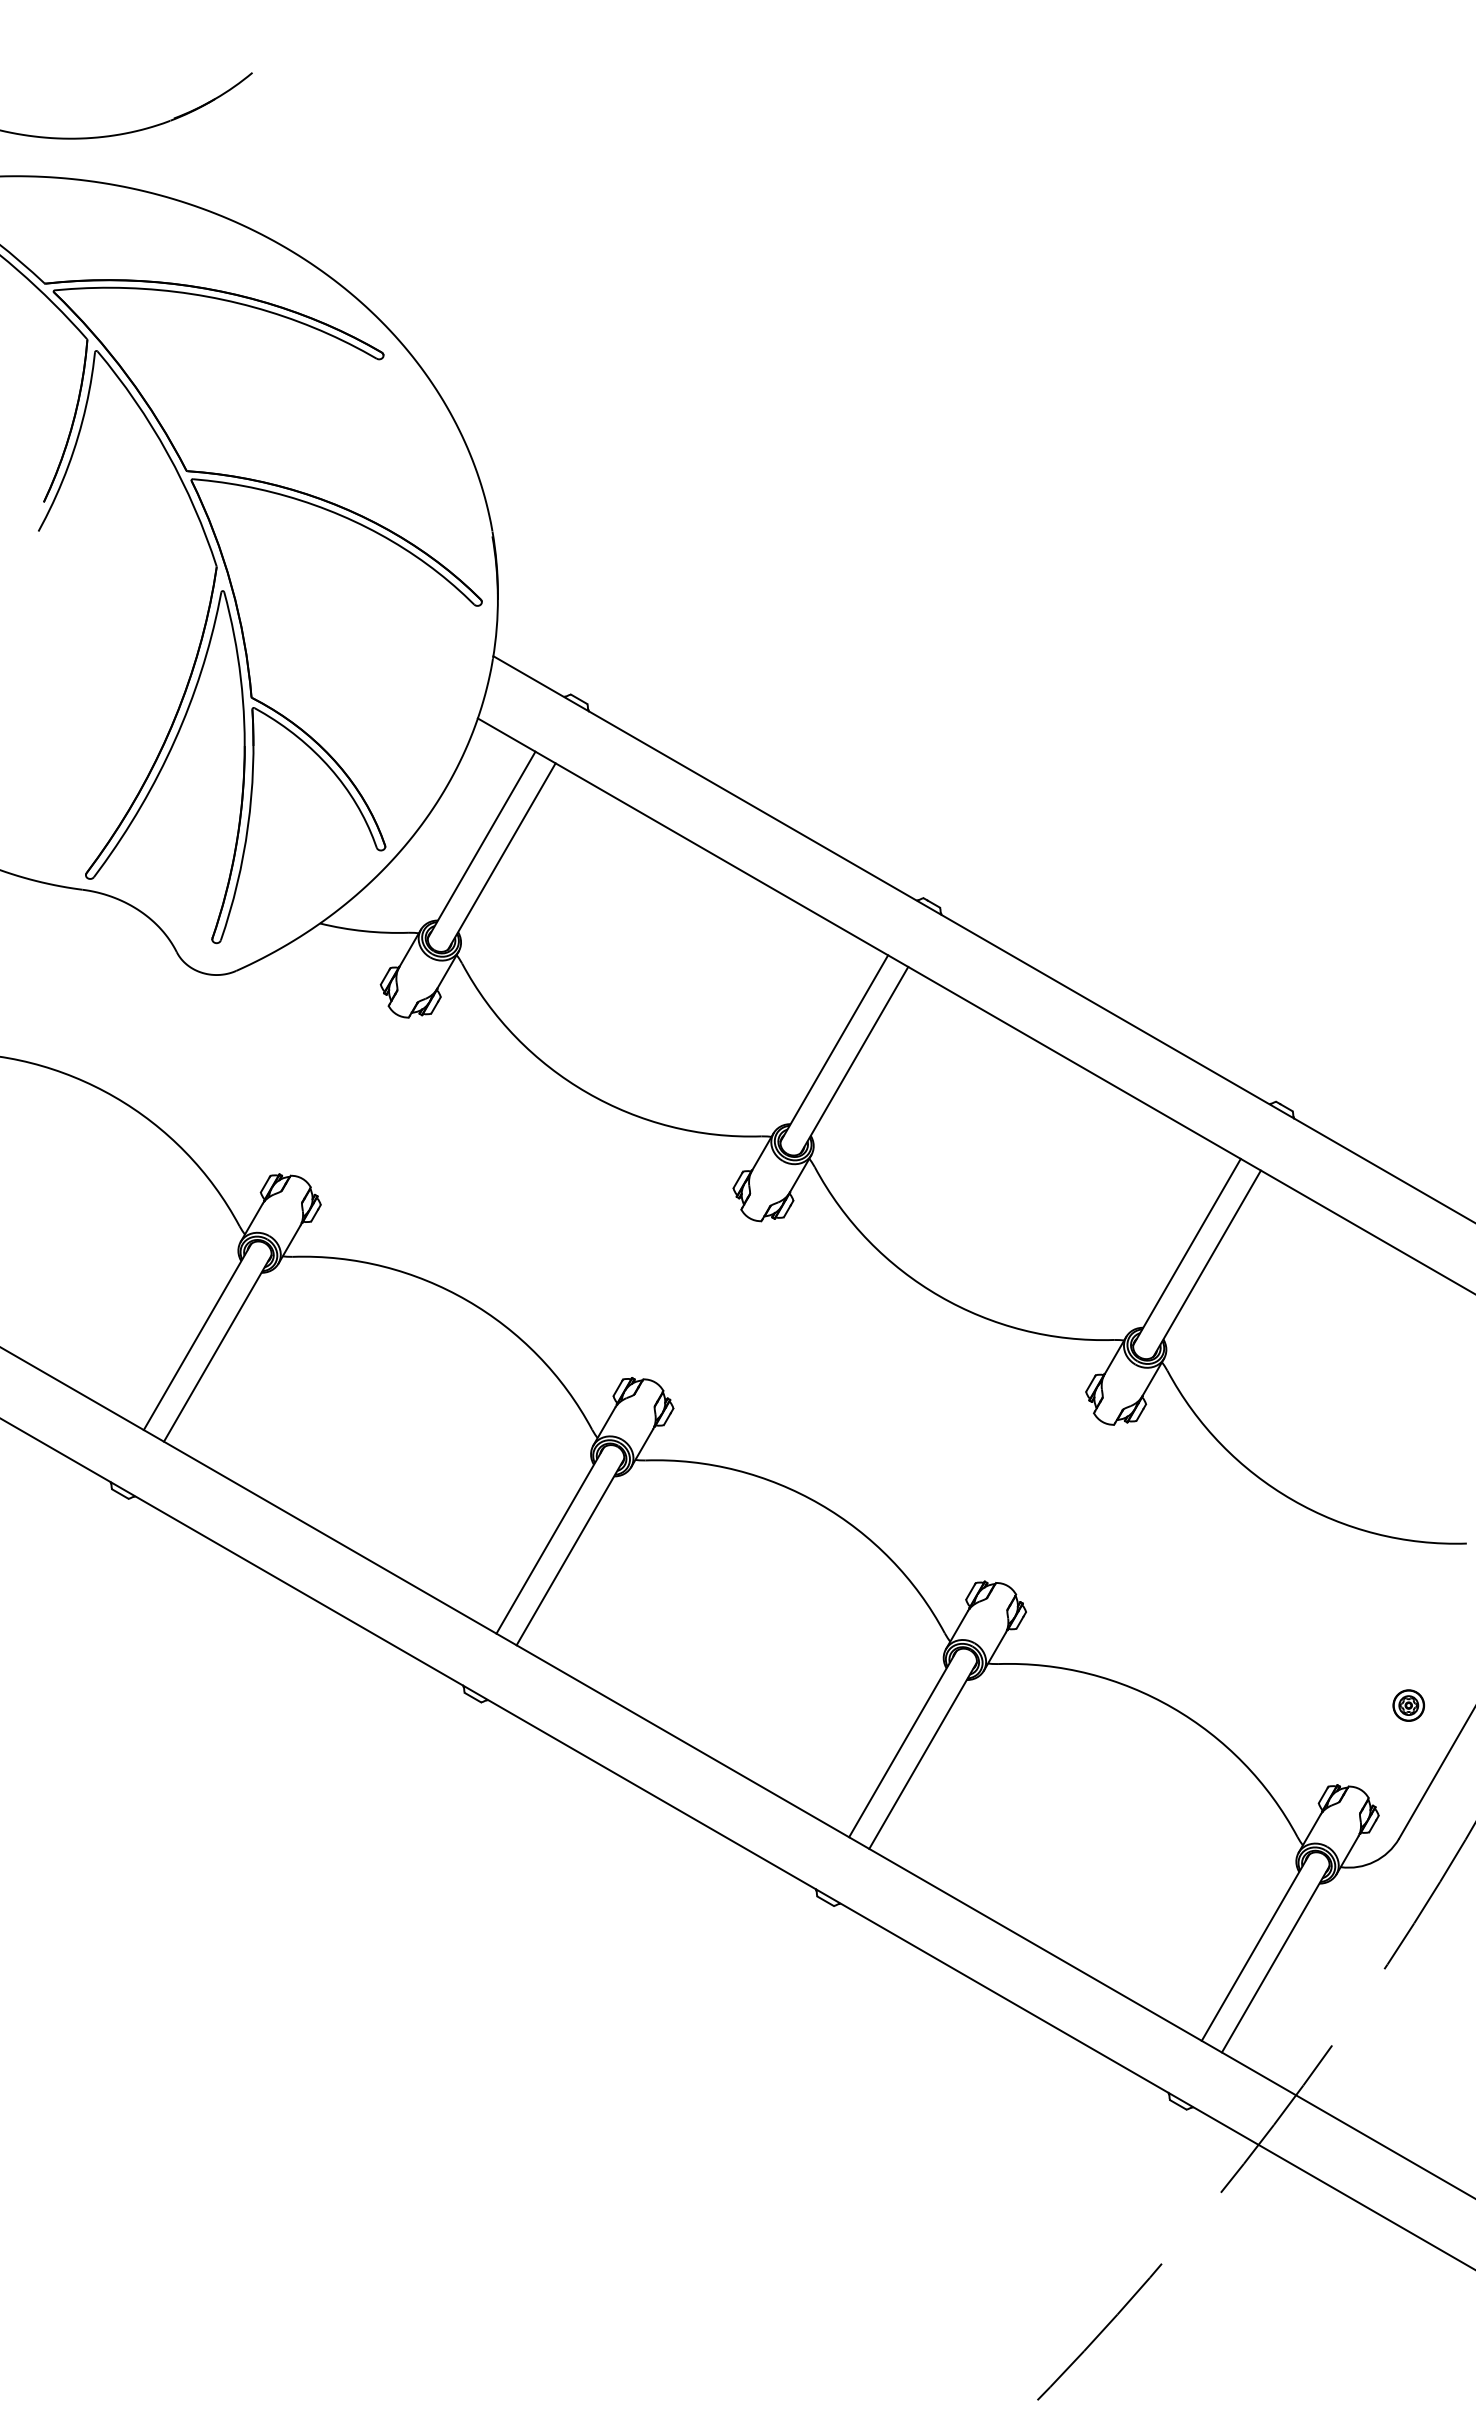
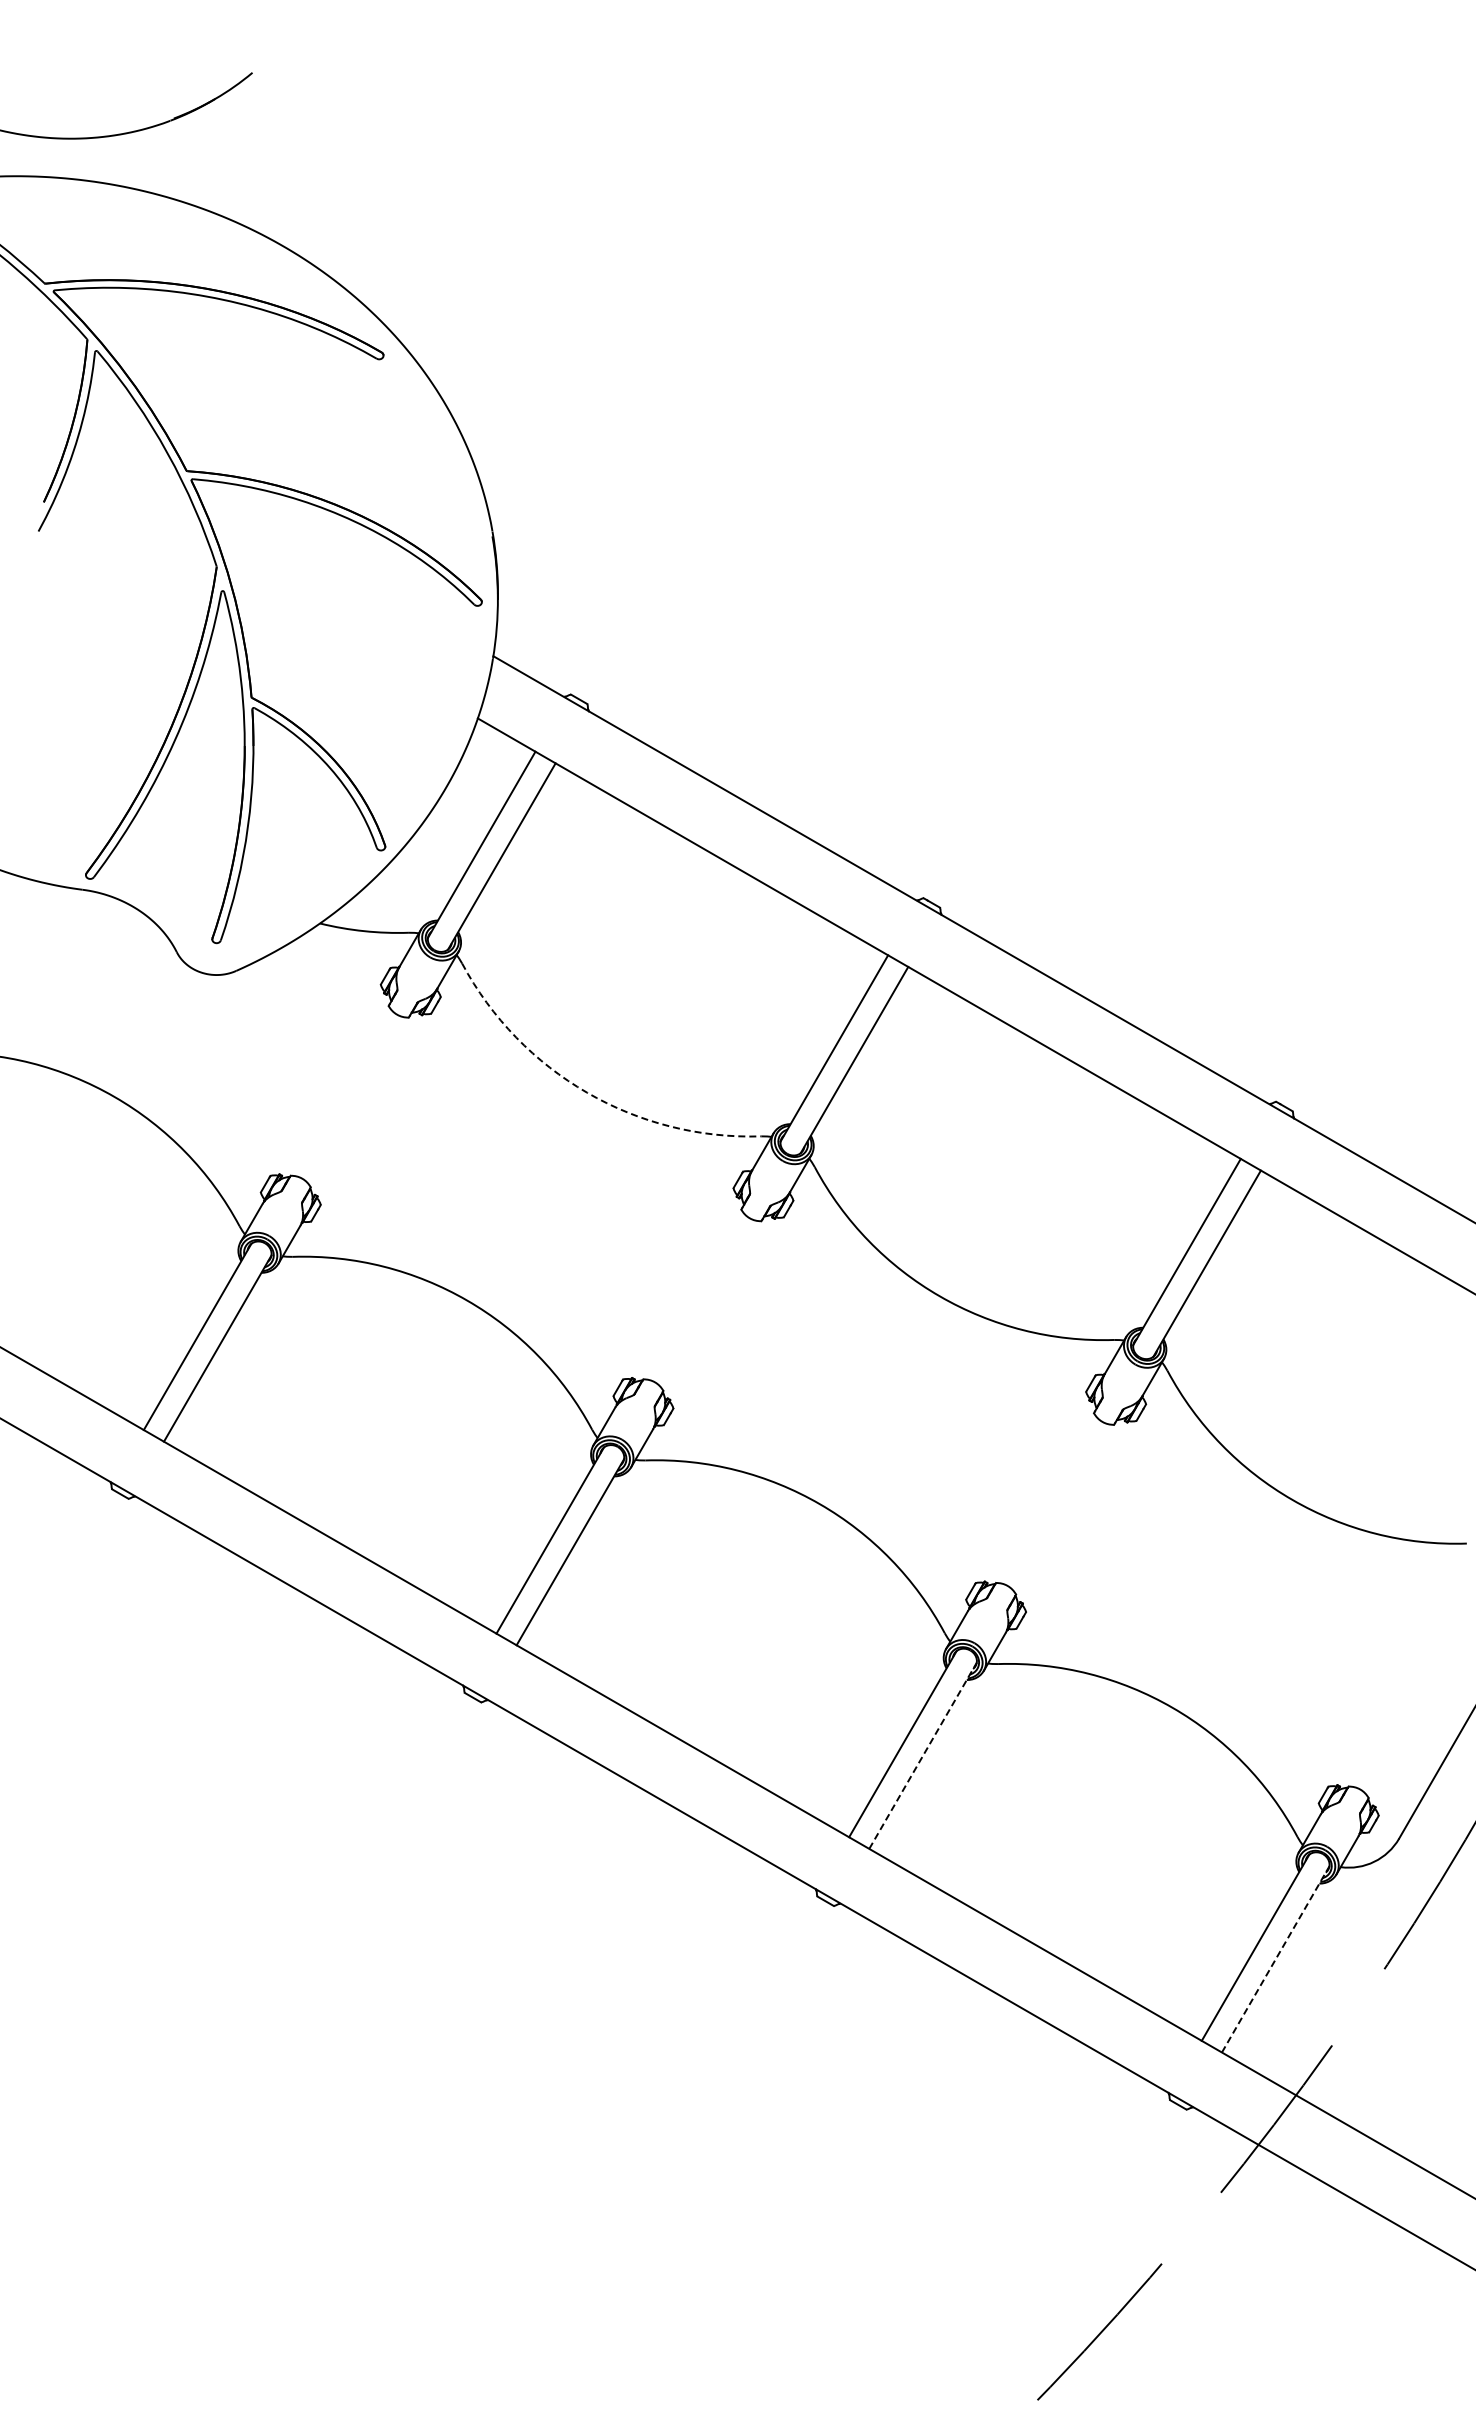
arc at (587, 1092): solid -> dashed
part at (1408, 1705): present -> none
line at (923, 1755): solid -> dashed
line at (1275, 1959): solid -> dashed
